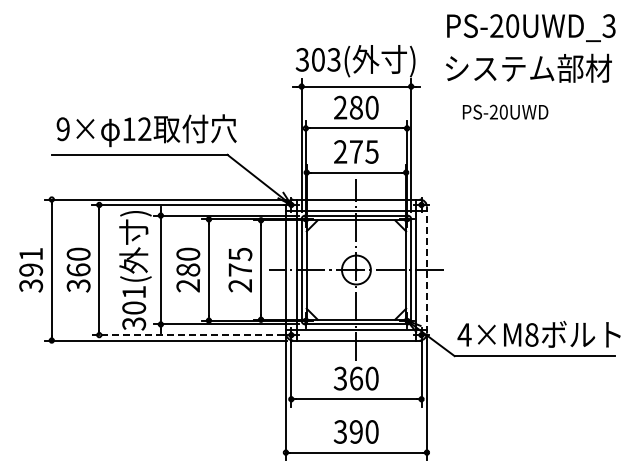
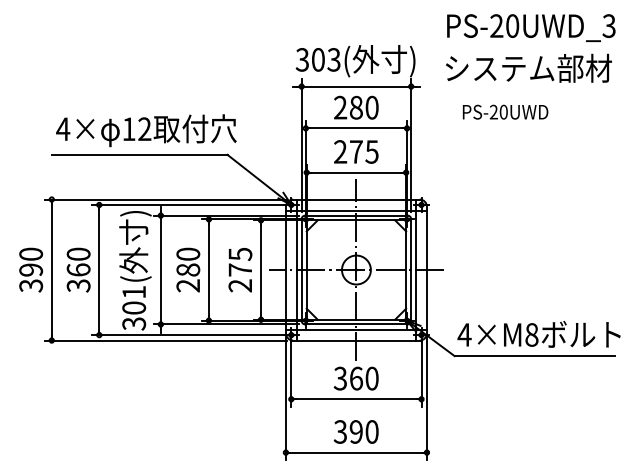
text at (63, 129): 9× -> 4×
text at (31, 253): 391 -> 390
line at (426, 269): dashed -> solid
line at (187, 335): dashed -> solid
